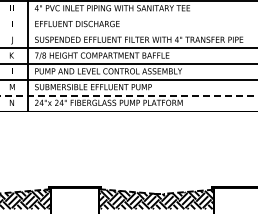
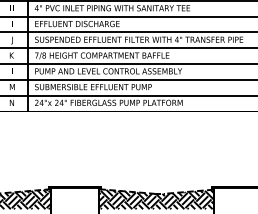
line at (128, 16): none -> present
line at (128, 32): none -> present
line at (129, 95): dashed -> solid
